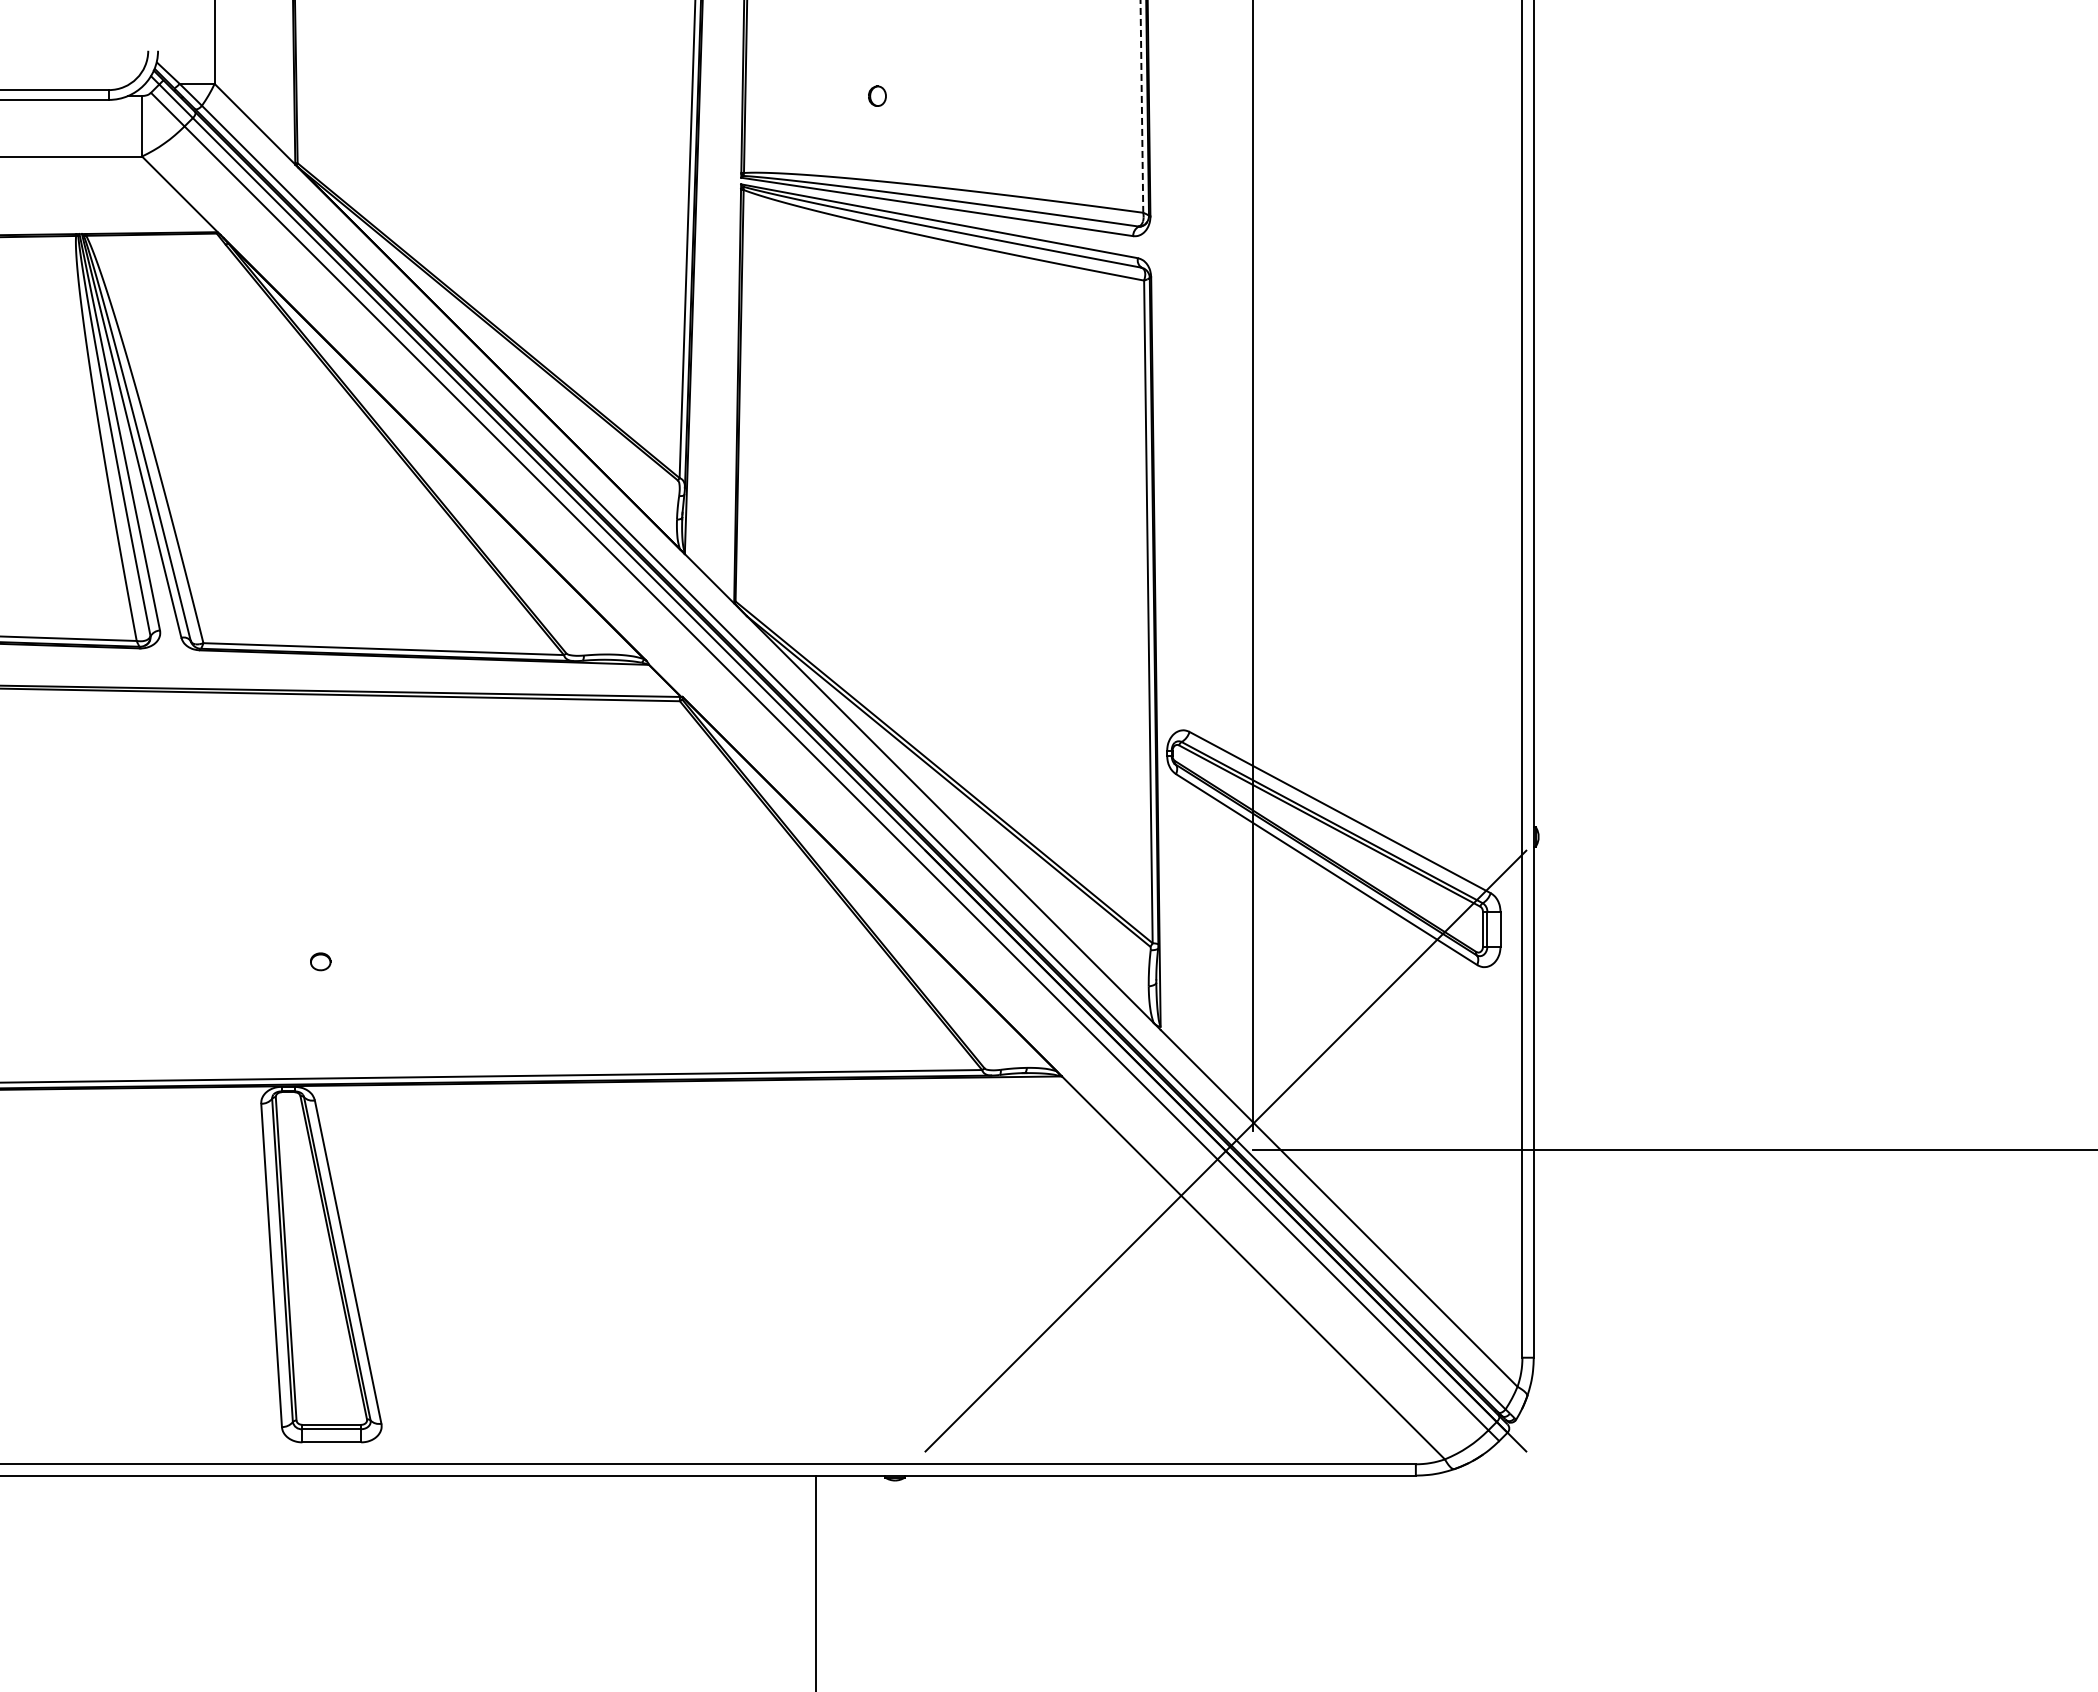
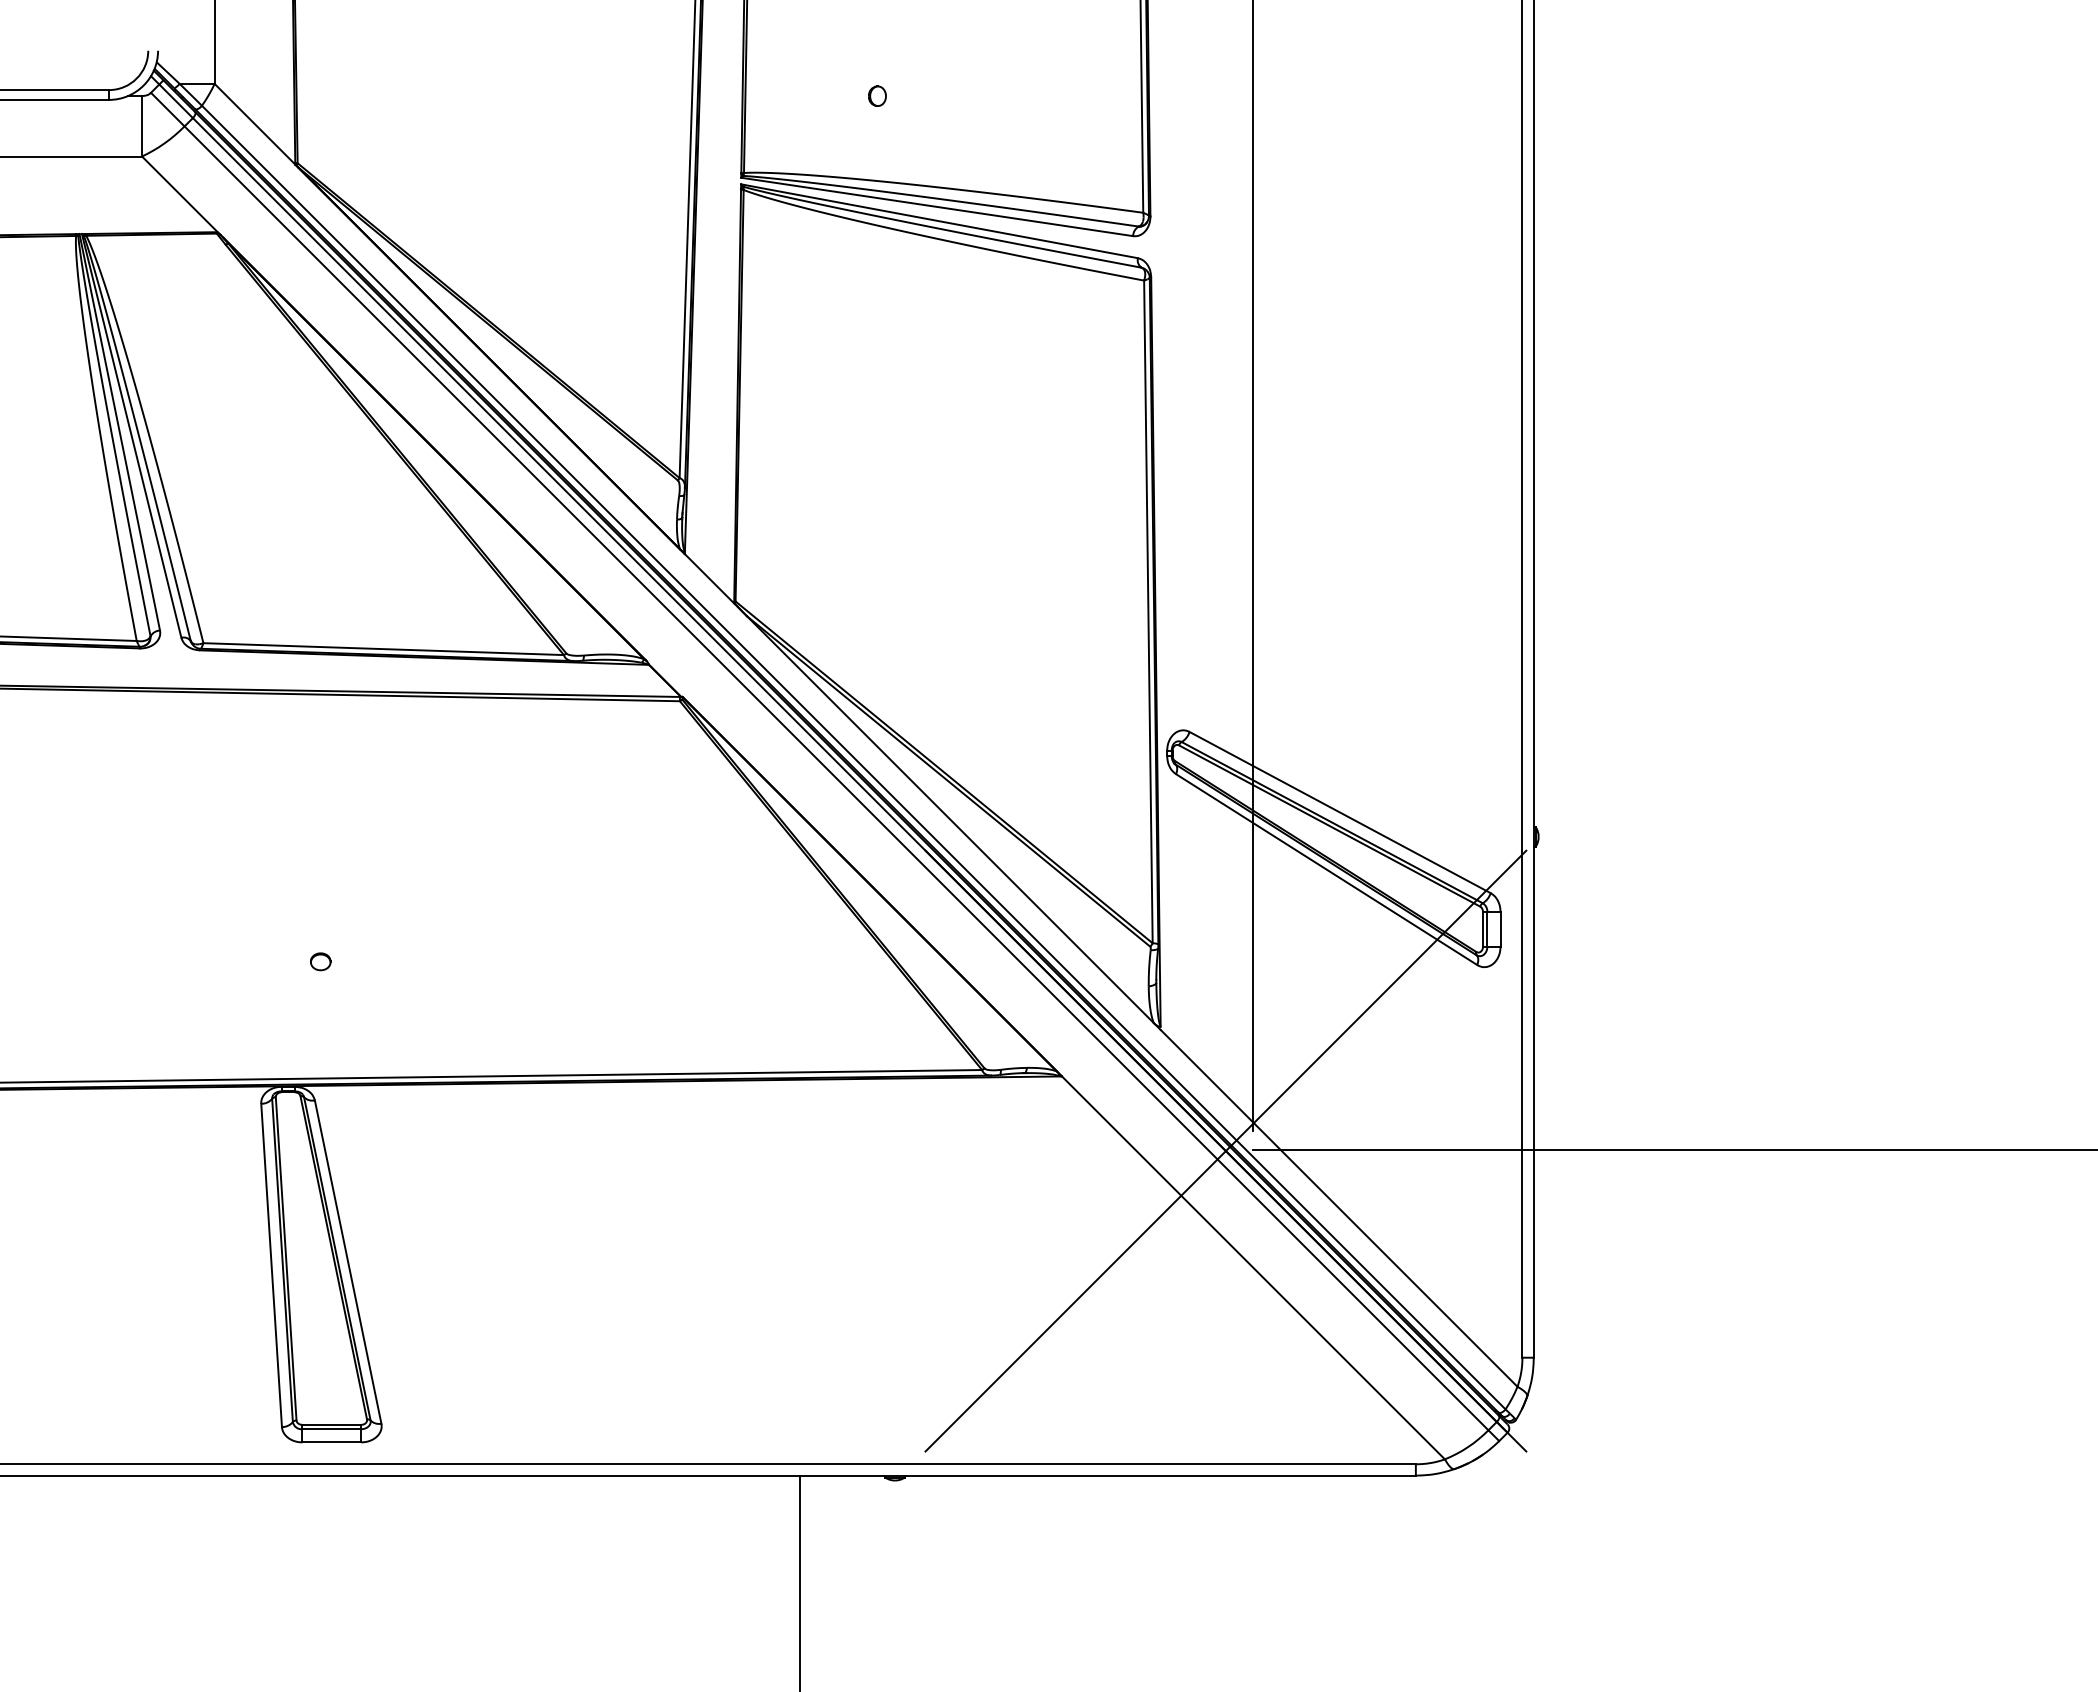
line at (1141, 106): dashed -> solid
line at (815, 1581) position: (815, 1581) -> (799, 1581)
